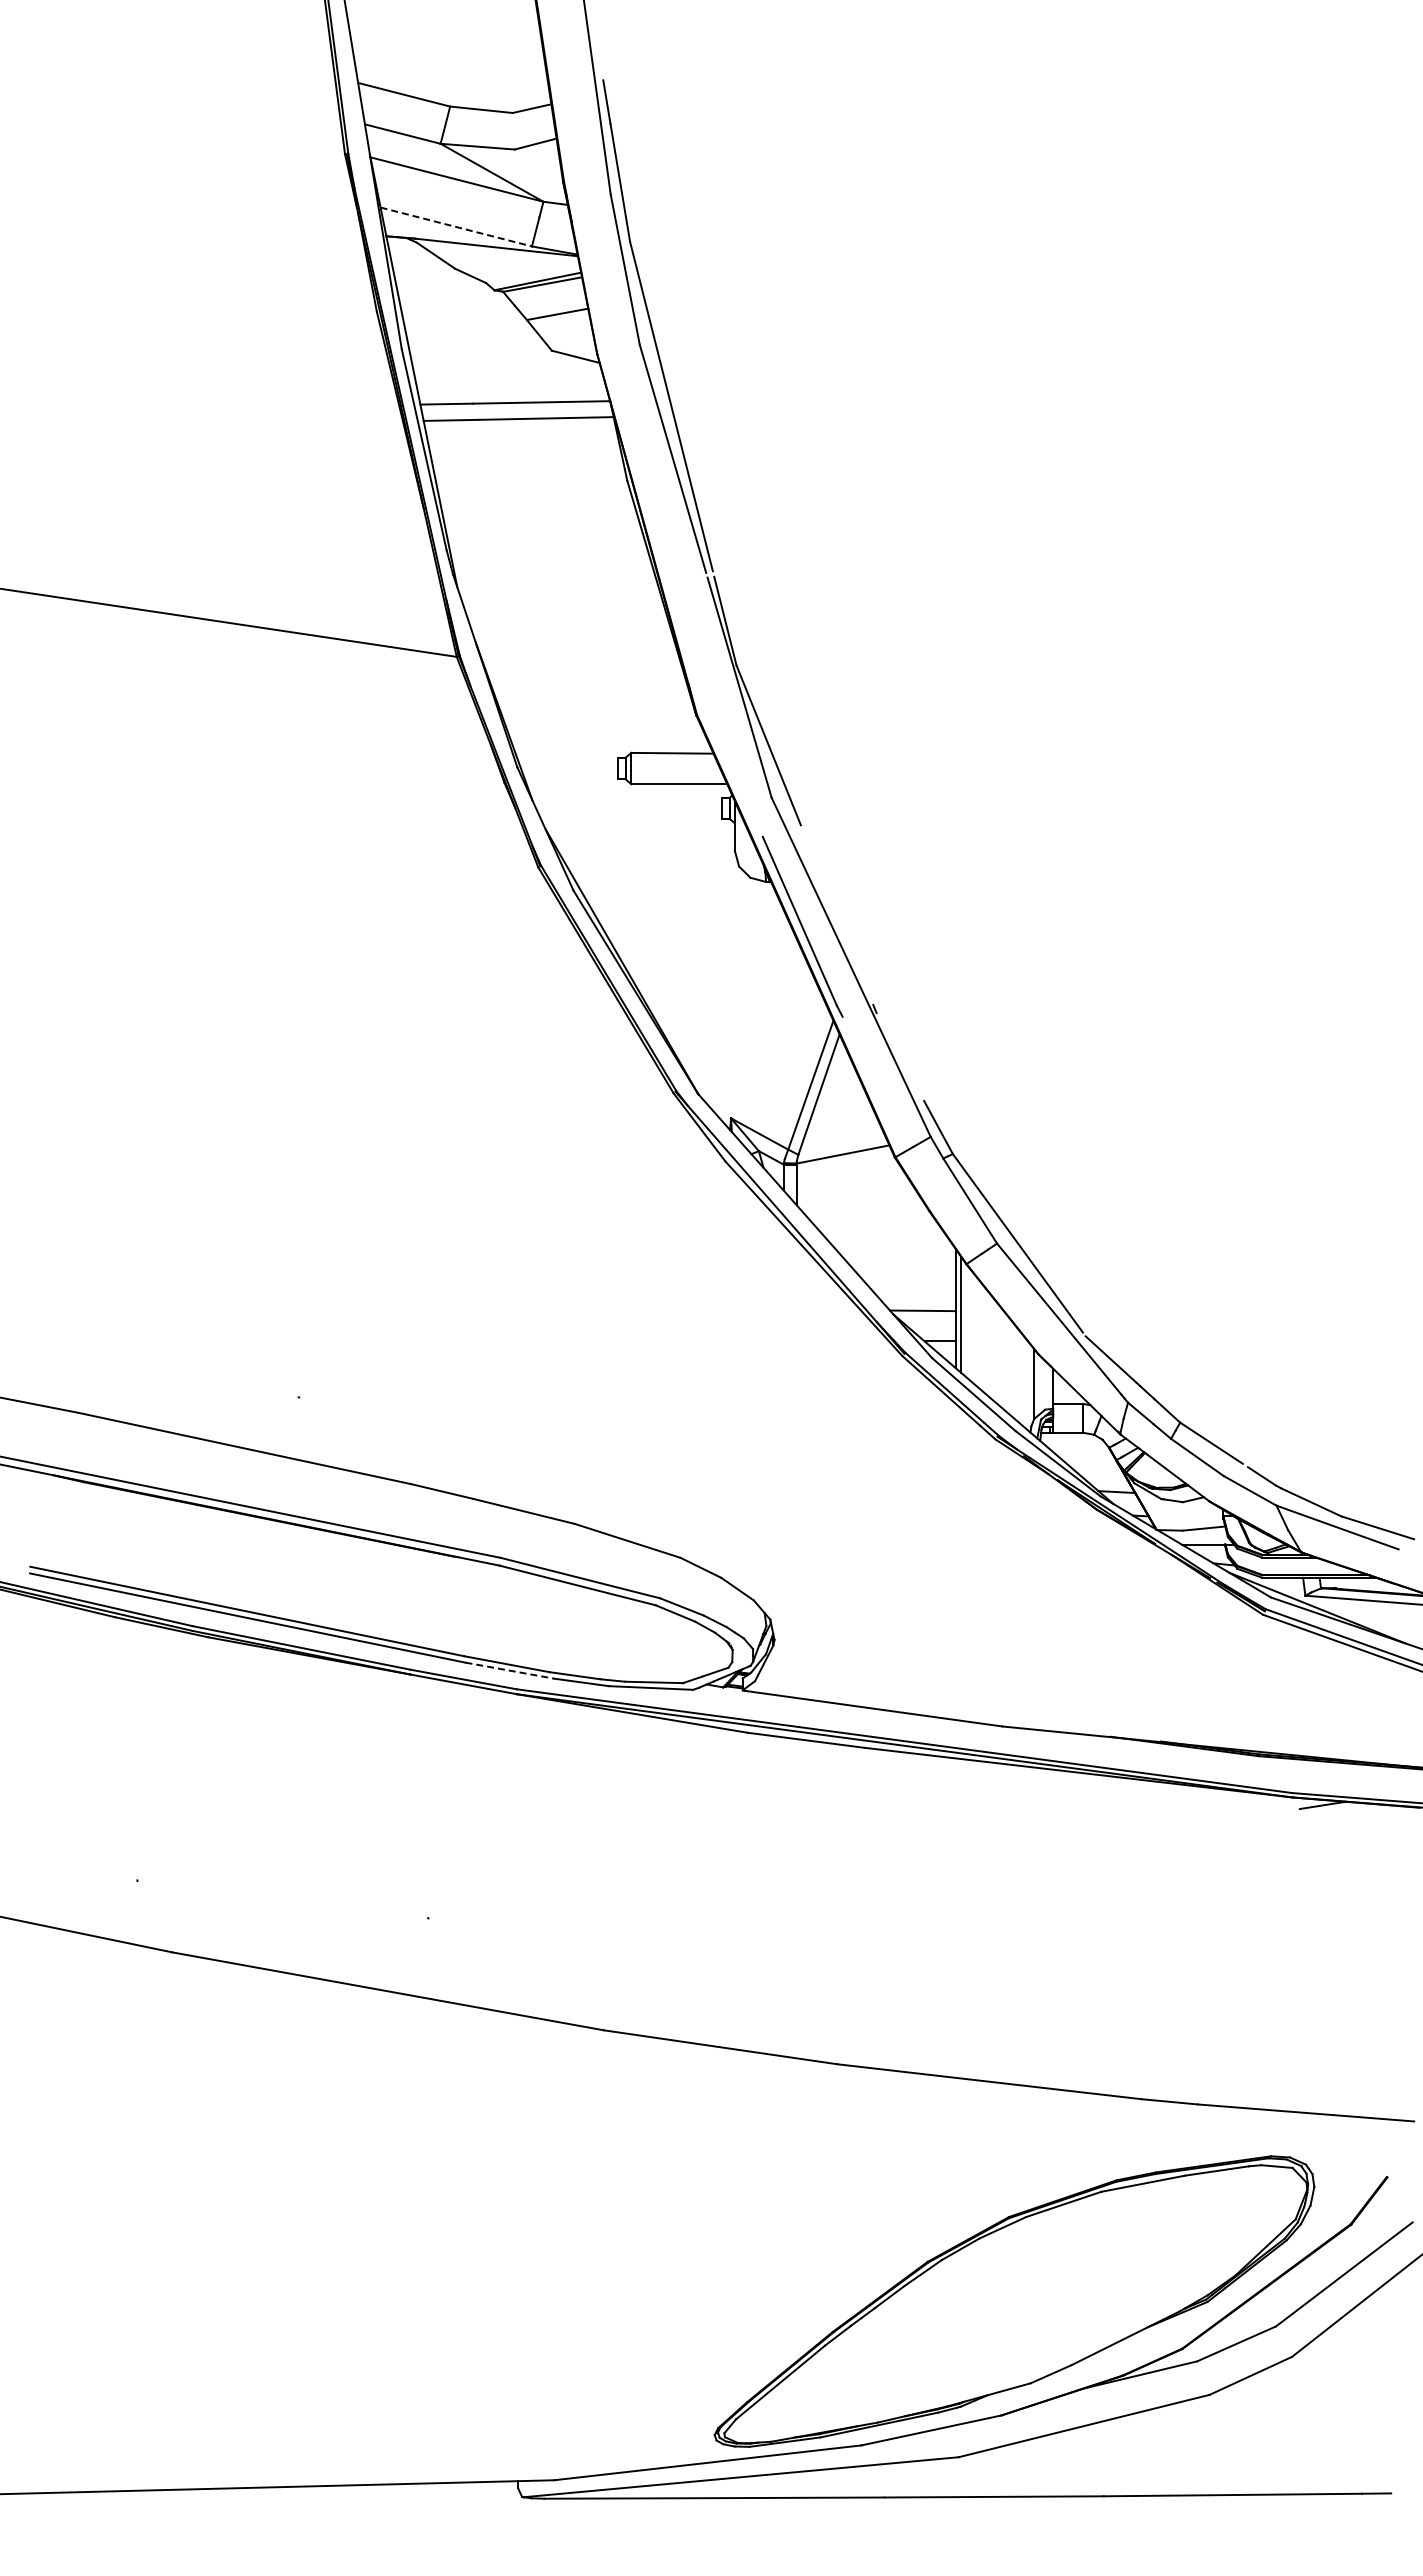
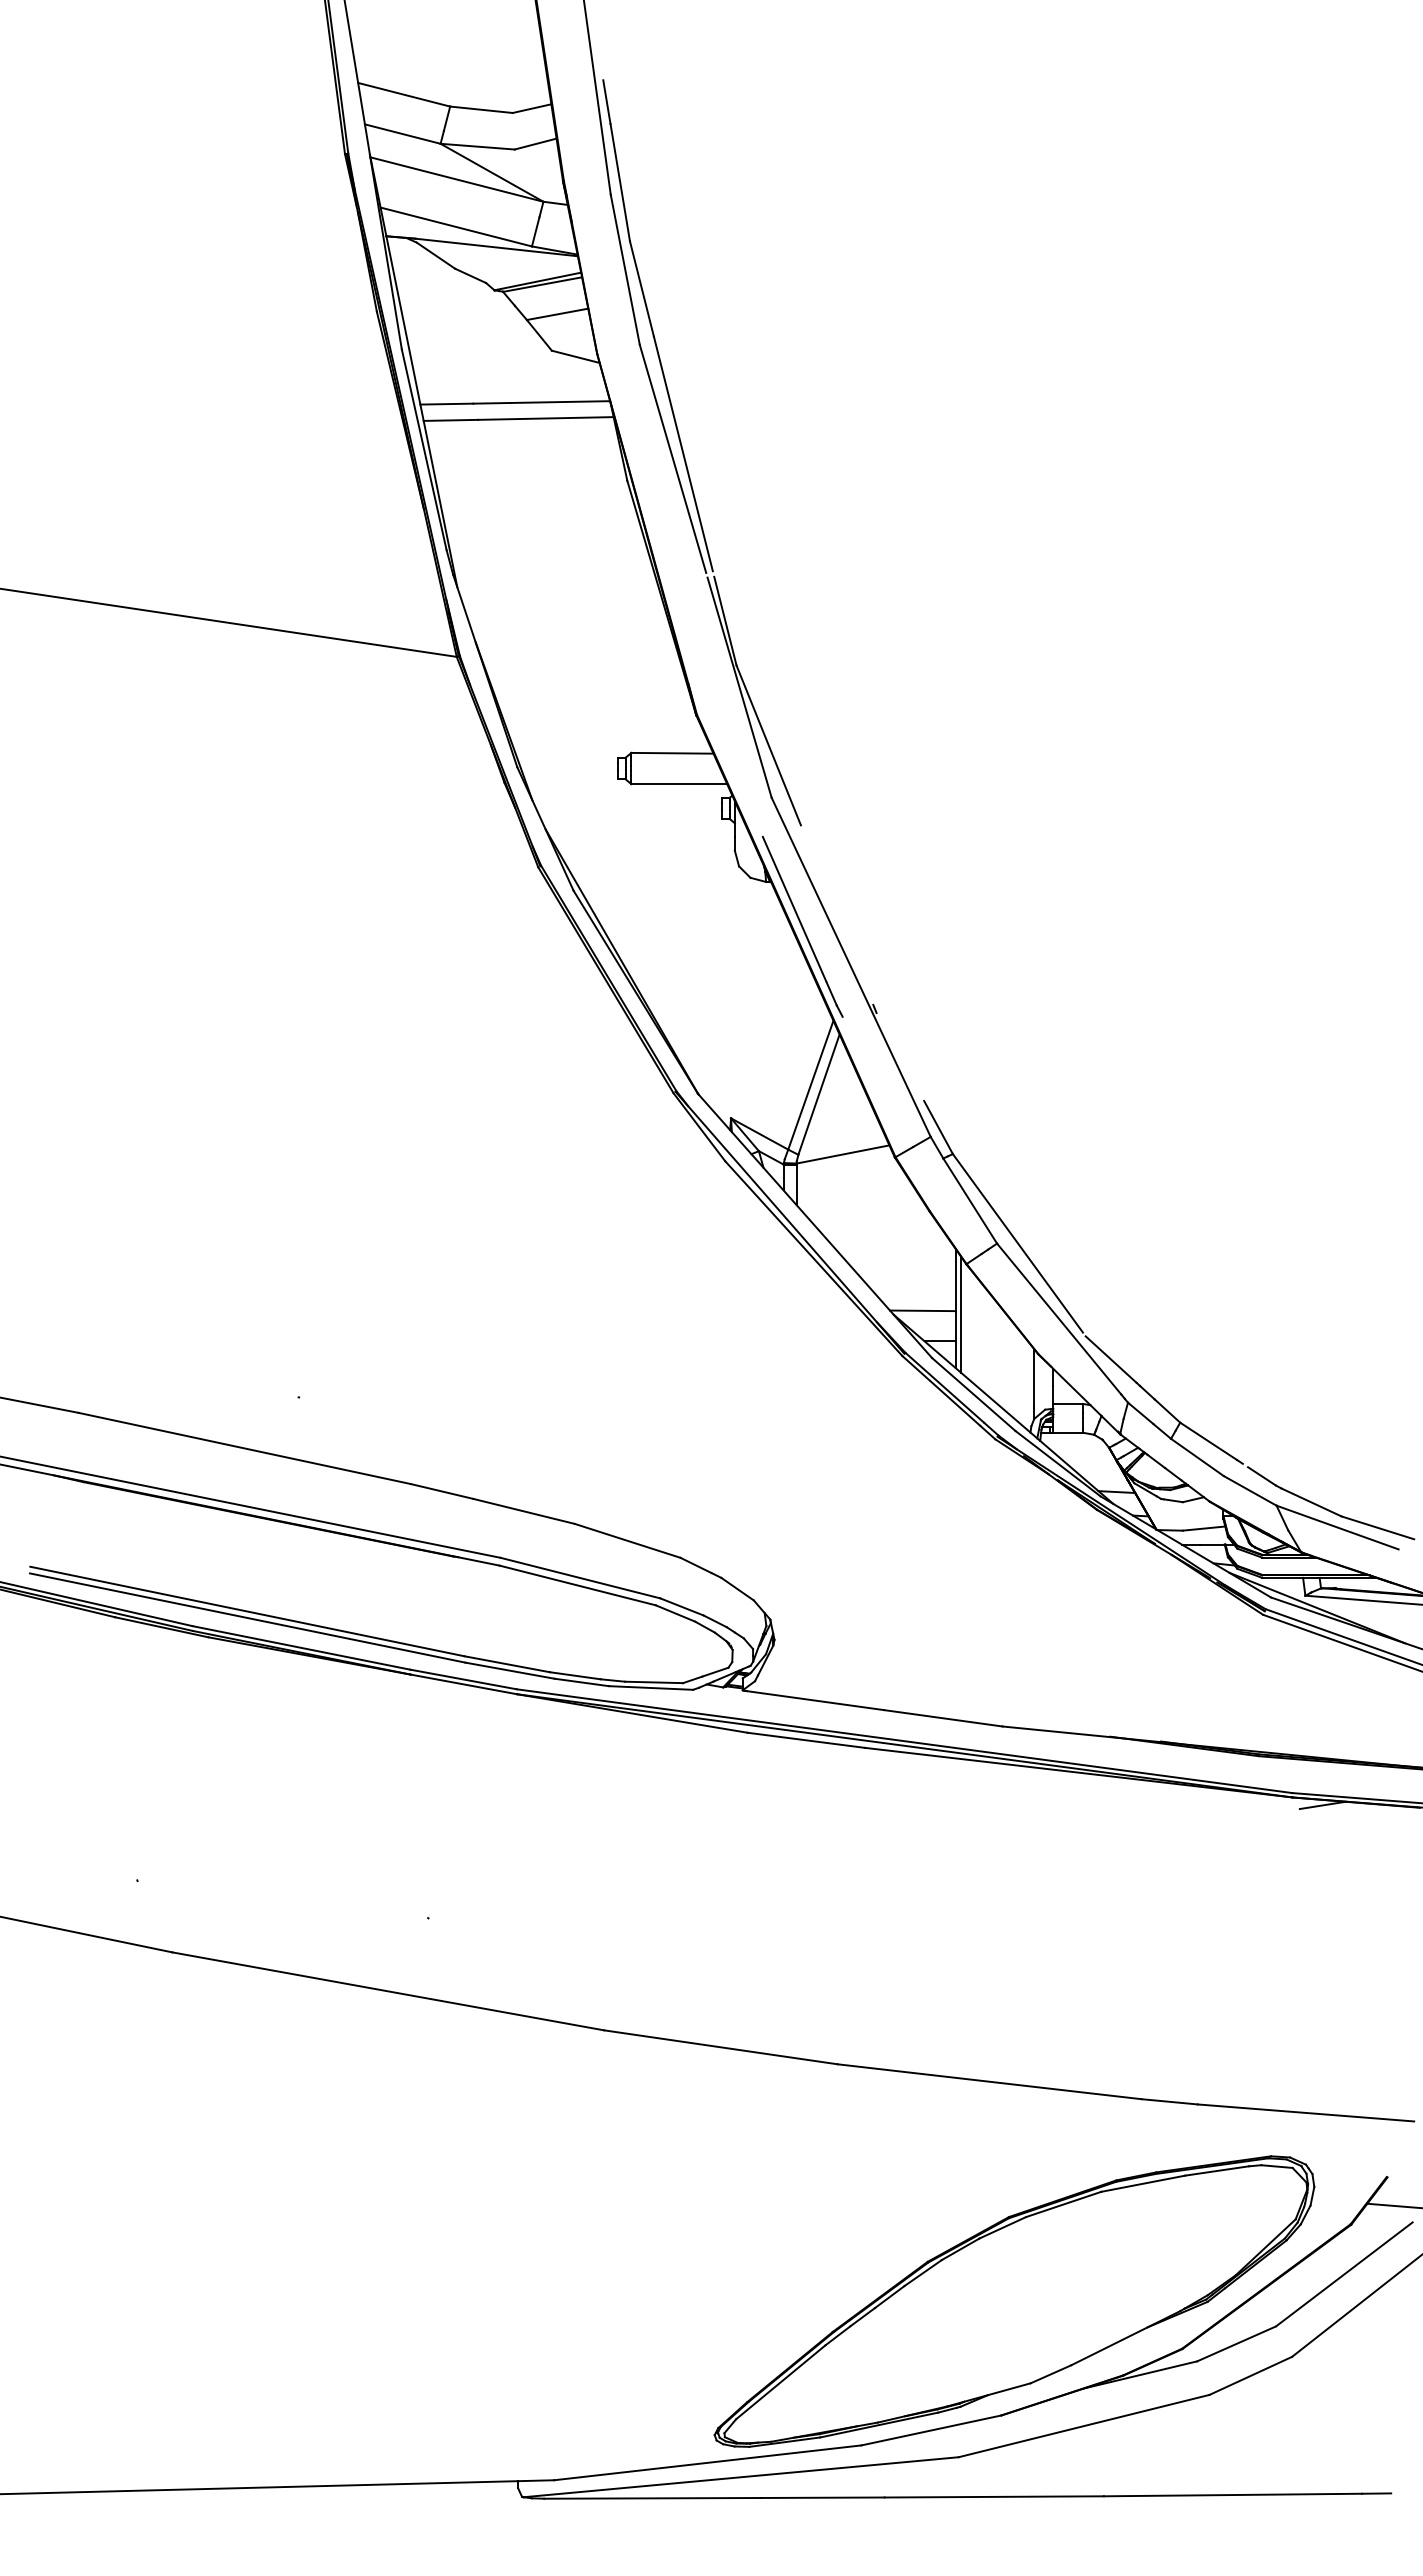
line at (456, 227): dashed -> solid
line at (510, 1670): dashed -> solid
line at (1393, 2205): none -> present
